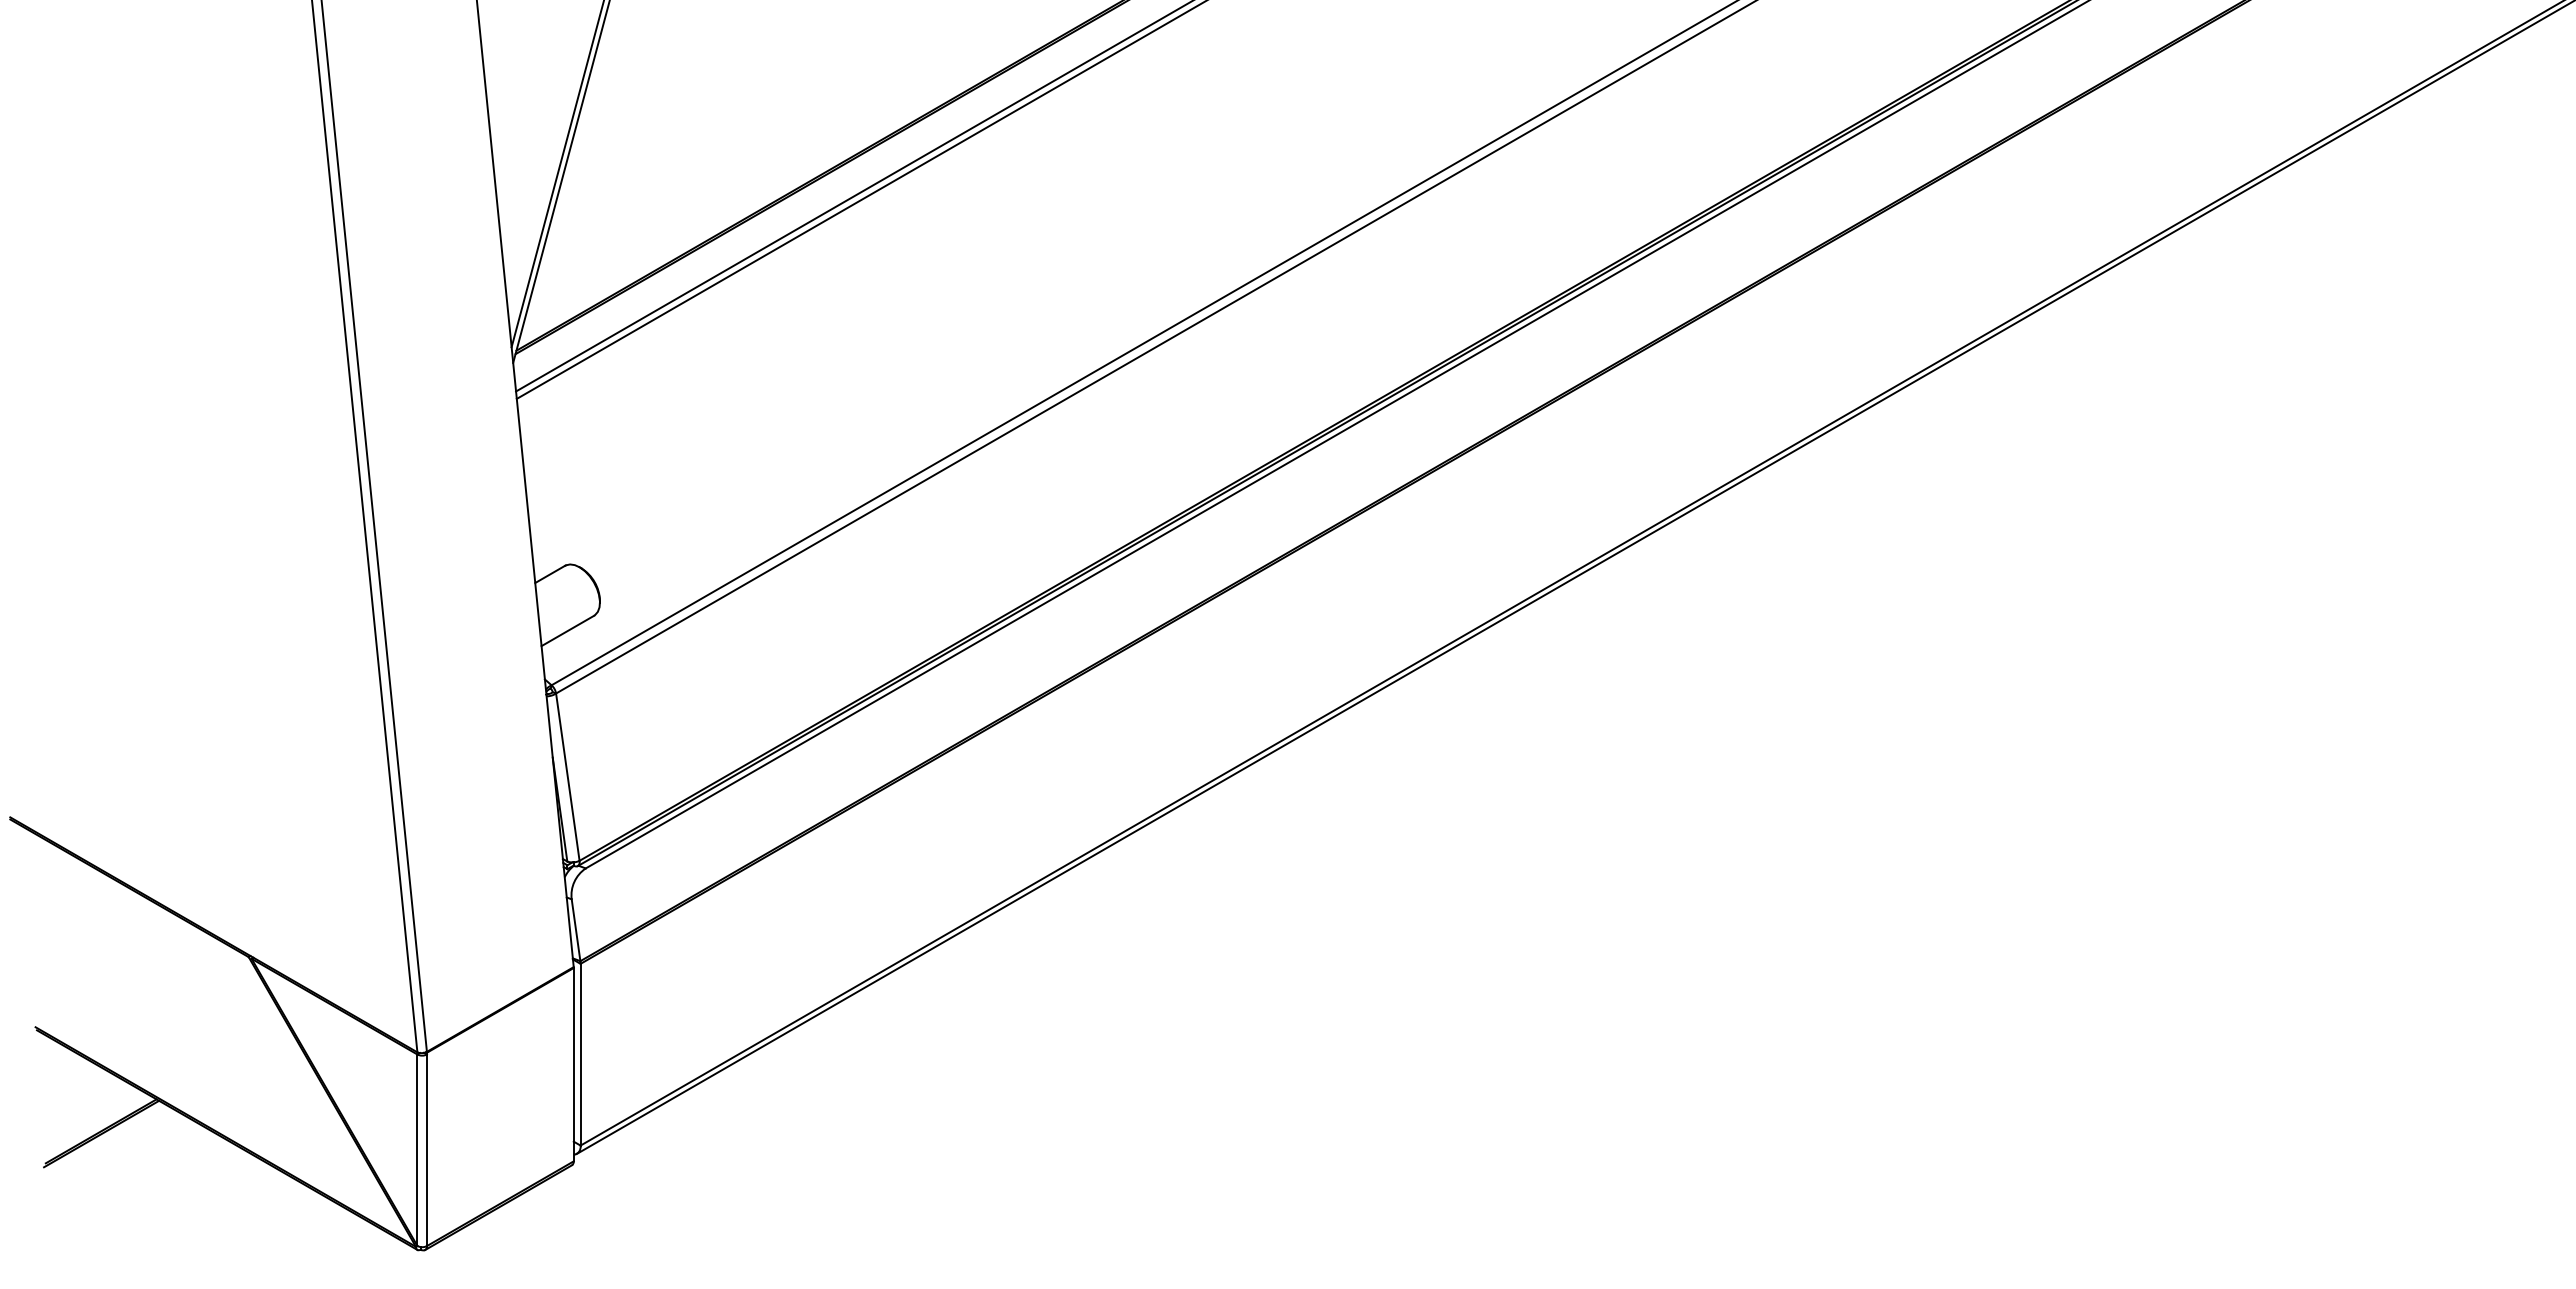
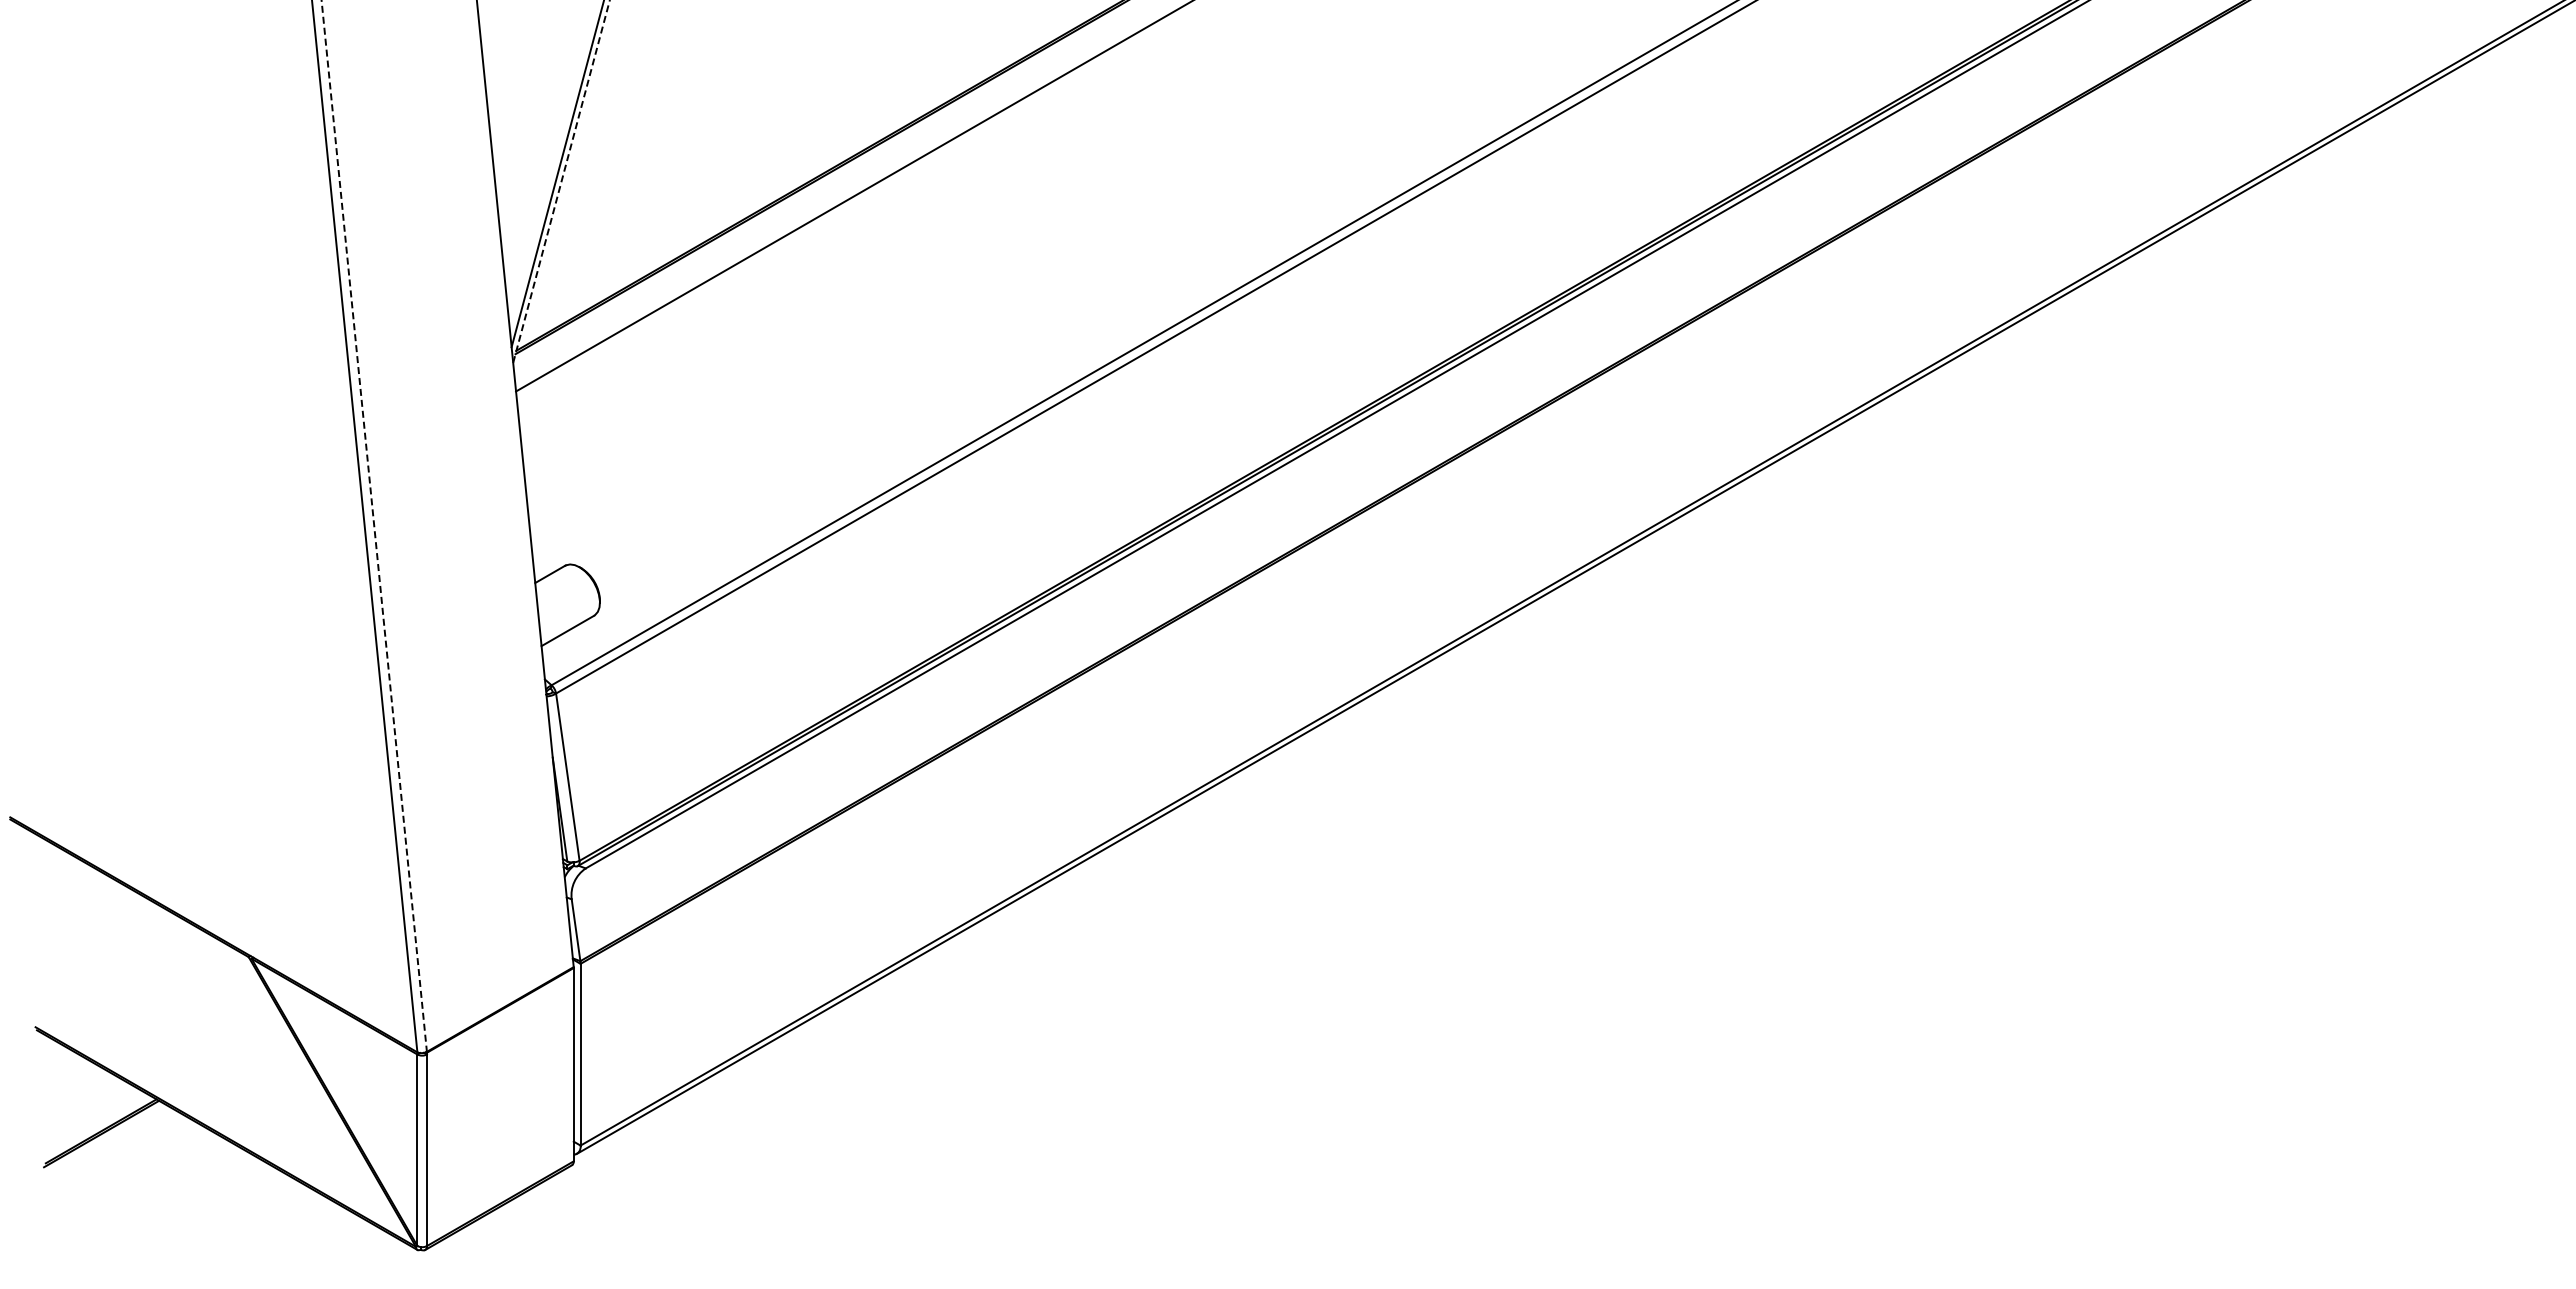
line at (561, 181): solid -> dashed
line at (859, 200): present -> none
line at (374, 526): solid -> dashed
